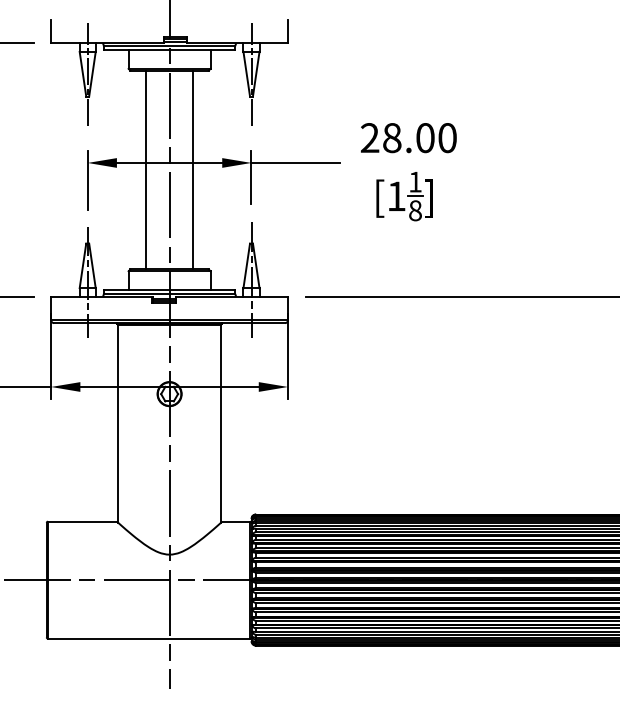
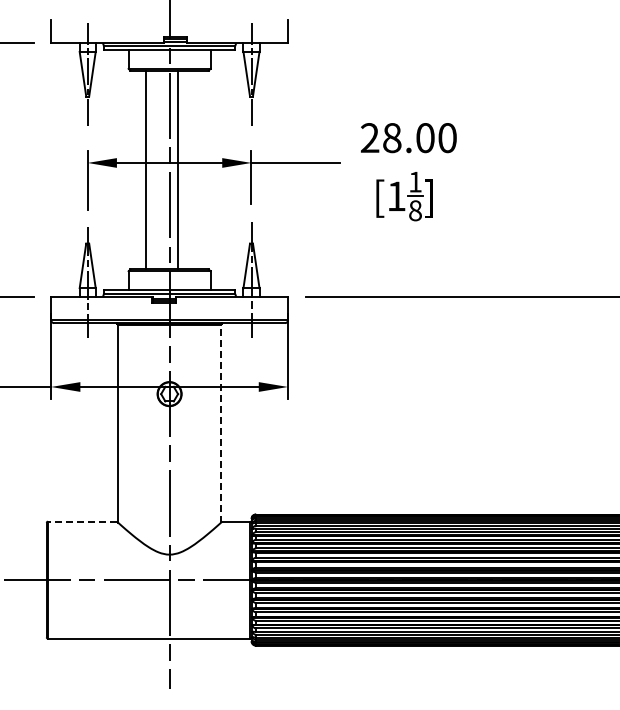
line at (193, 169) position: (193, 169) -> (178, 169)
line at (220, 424): solid -> dashed
line at (82, 521): solid -> dashed
